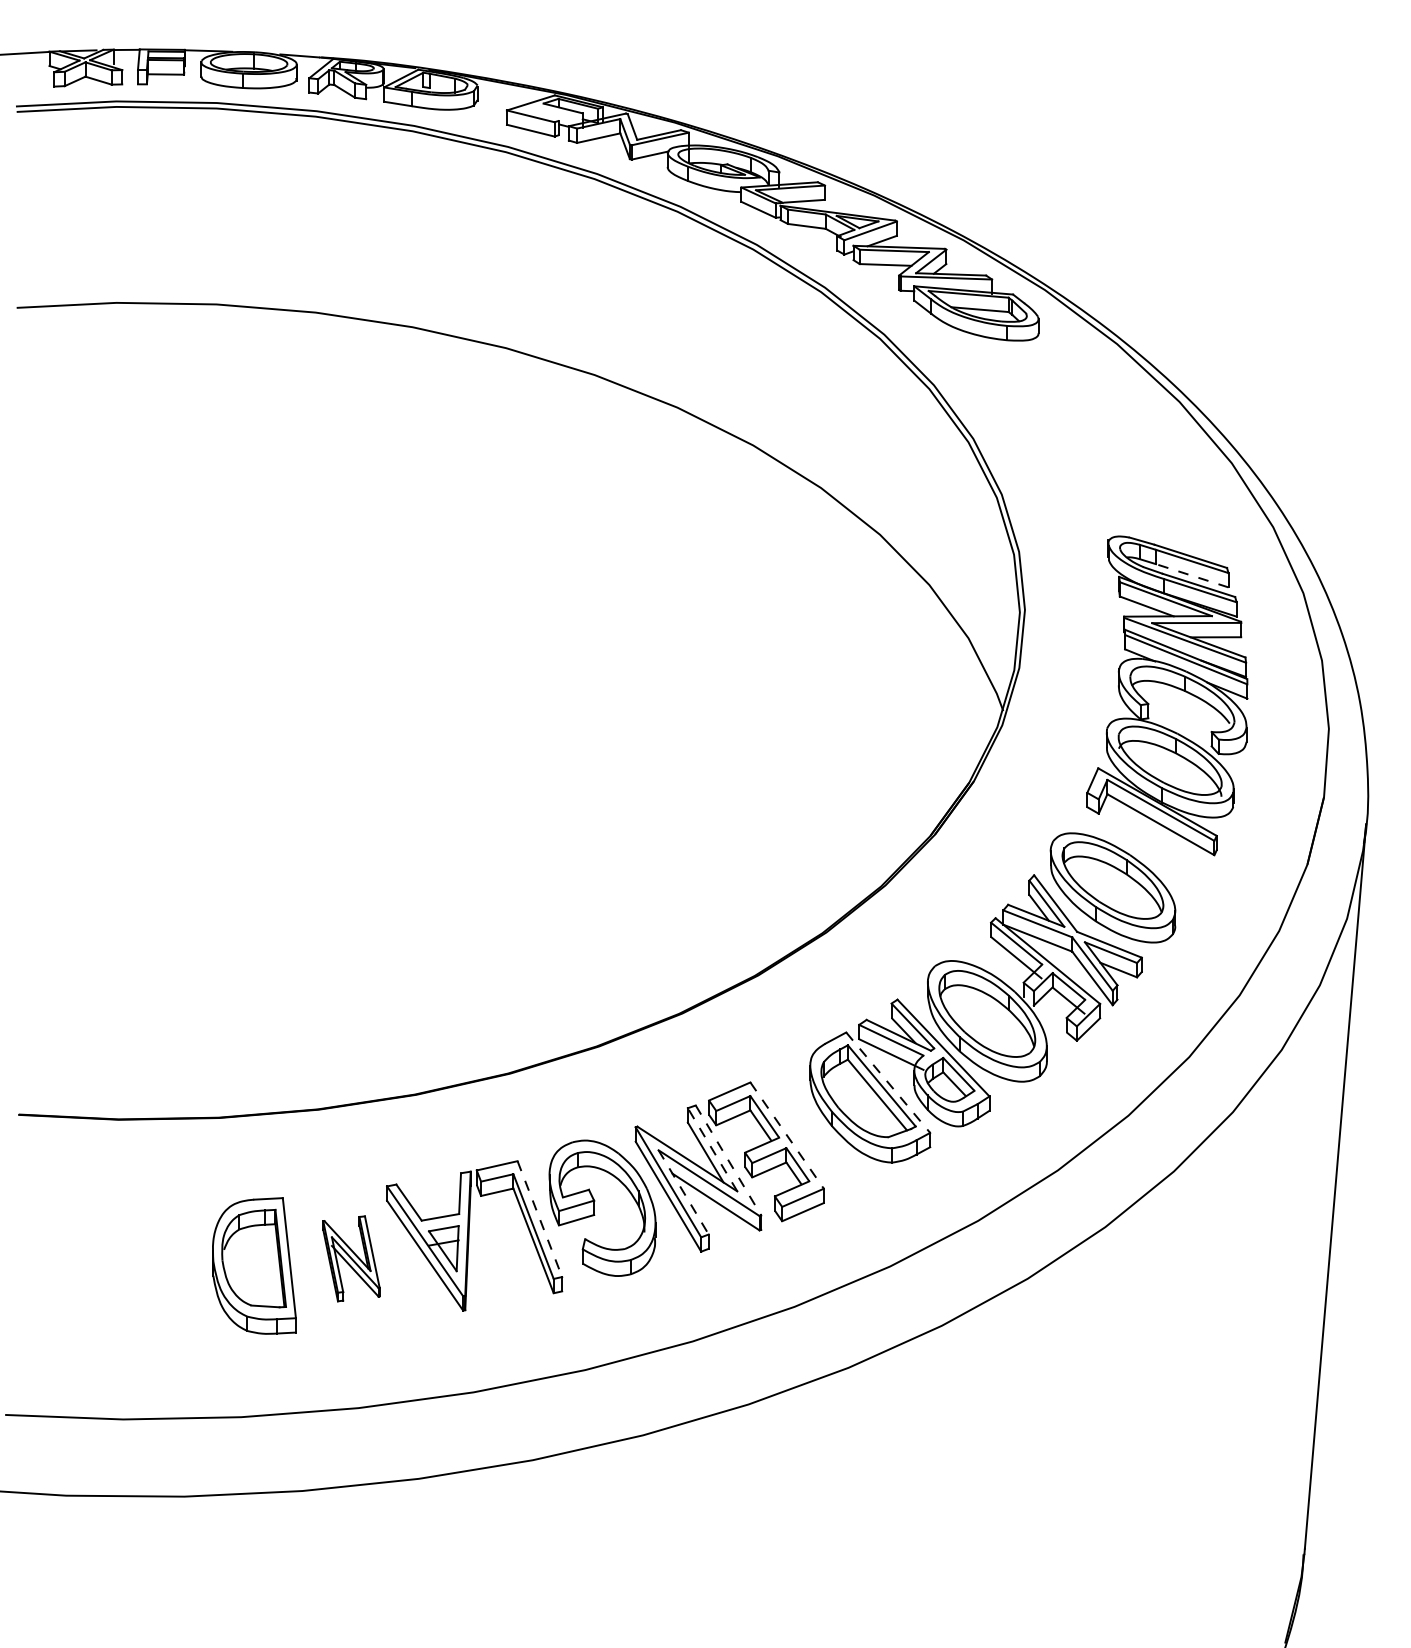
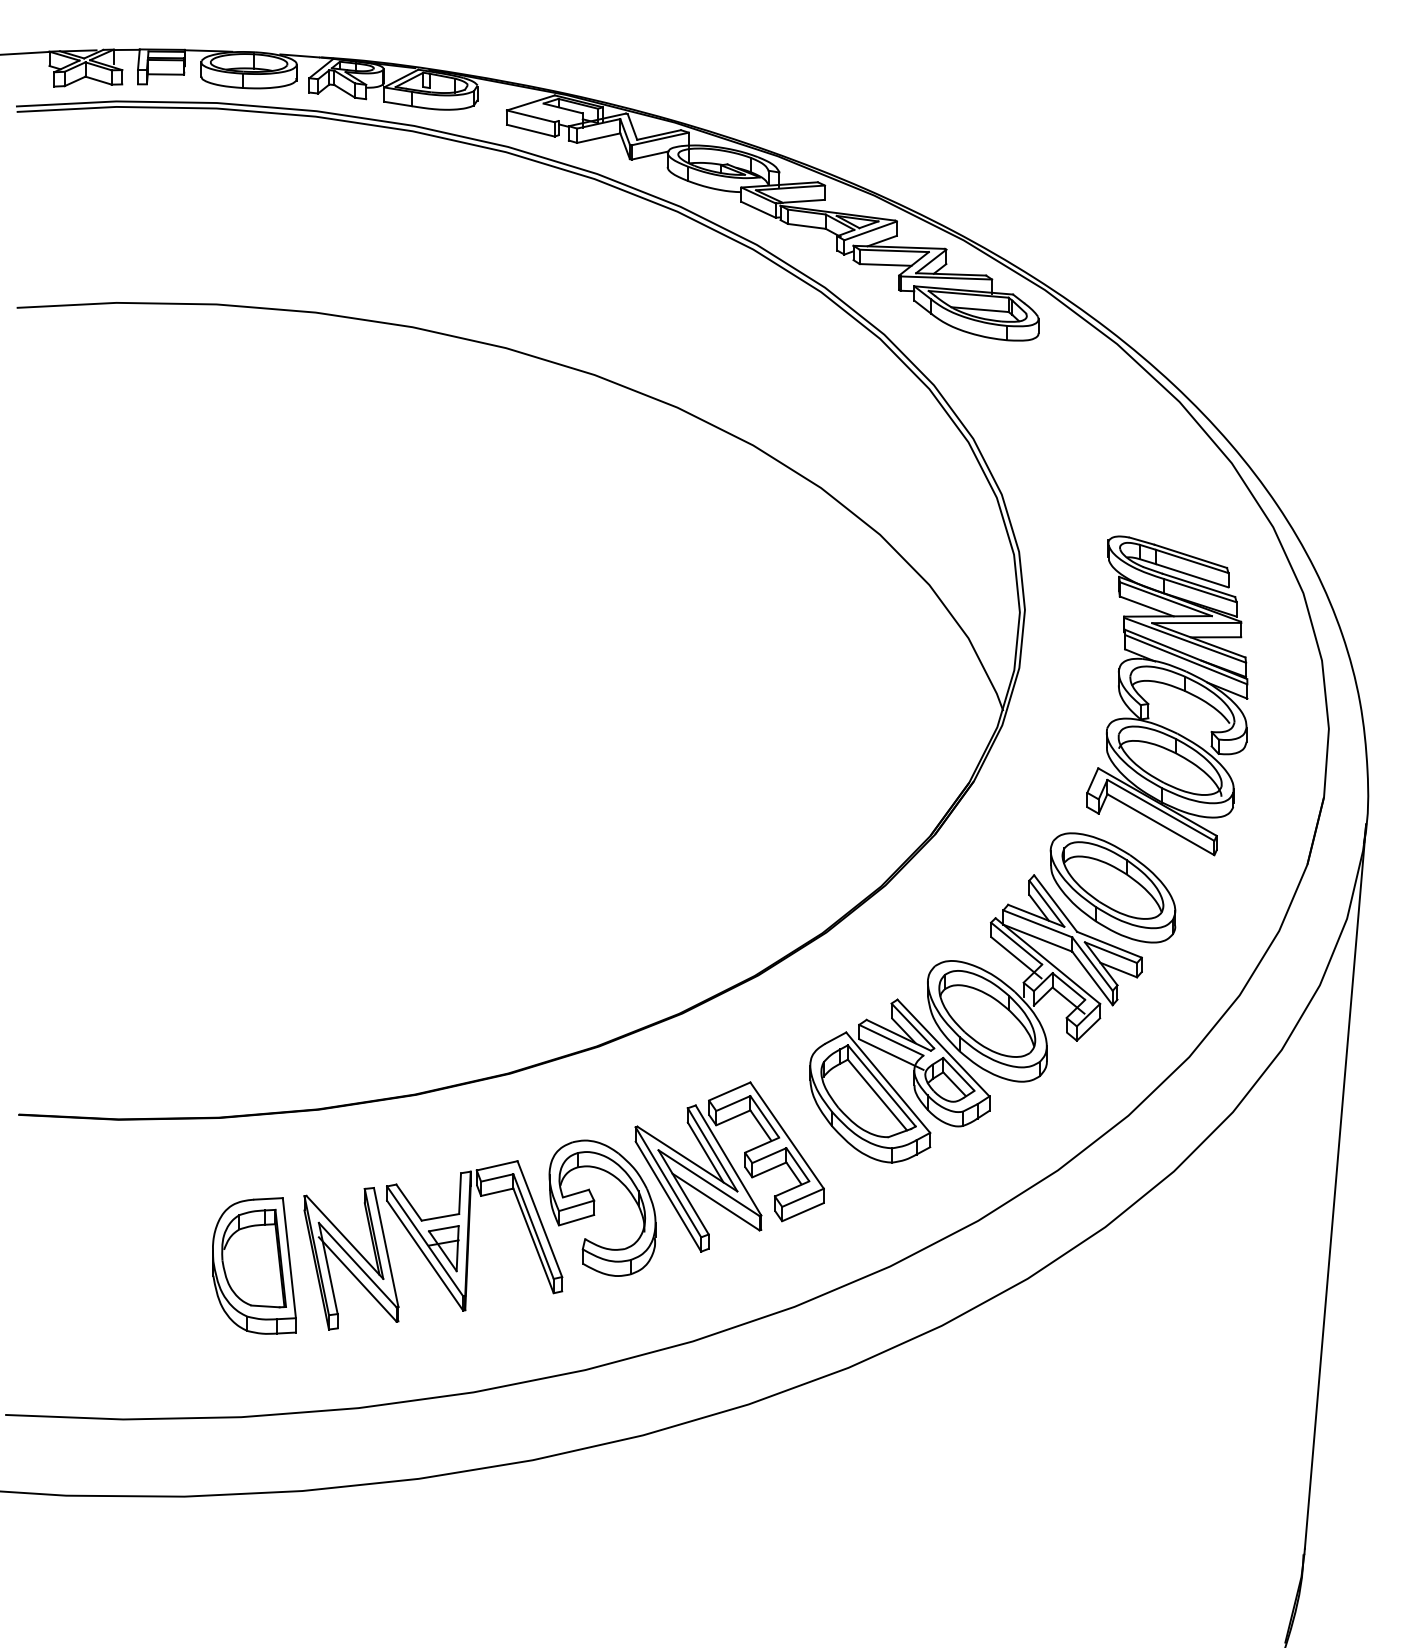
line at (1191, 575): dashed -> solid
line at (888, 1083): dashed -> solid
line at (787, 1135): dashed -> solid
line at (712, 1149): dashed -> solid
line at (728, 1160): dashed -> solid
line at (683, 1192): dashed -> solid
line at (540, 1219): dashed -> solid
part at (351, 1258) size: 59x88 px -> 97x144 px
